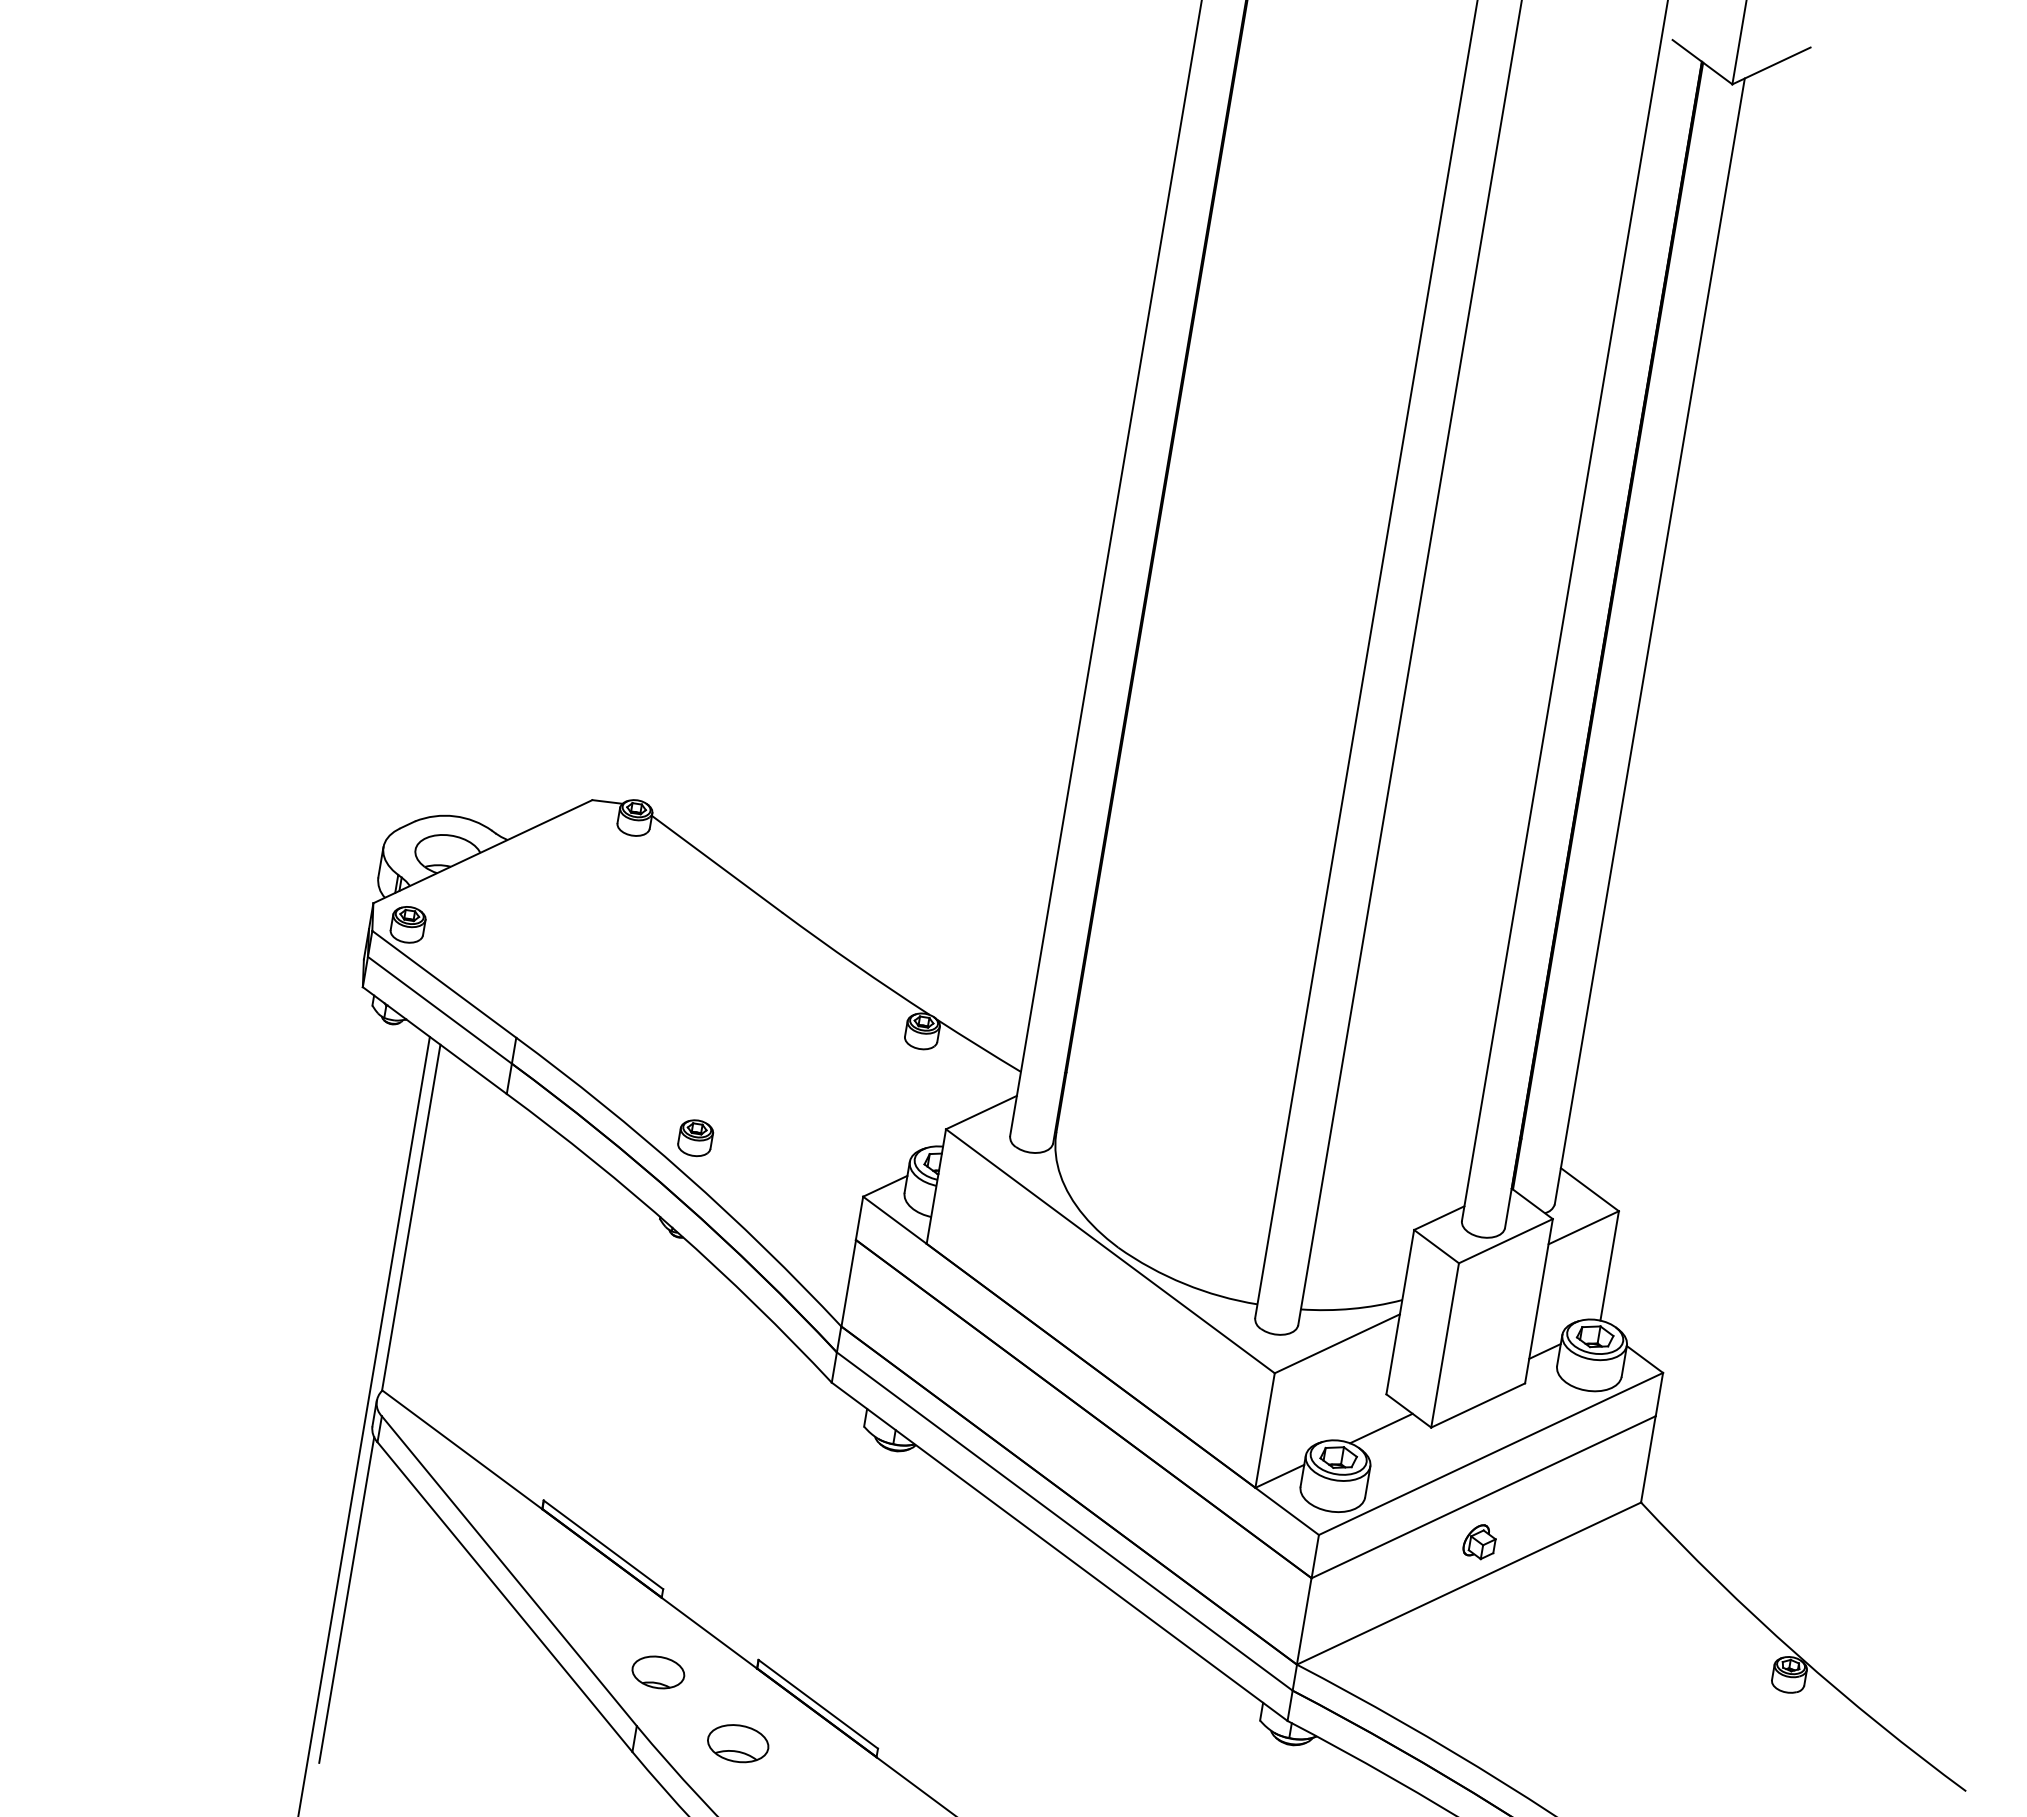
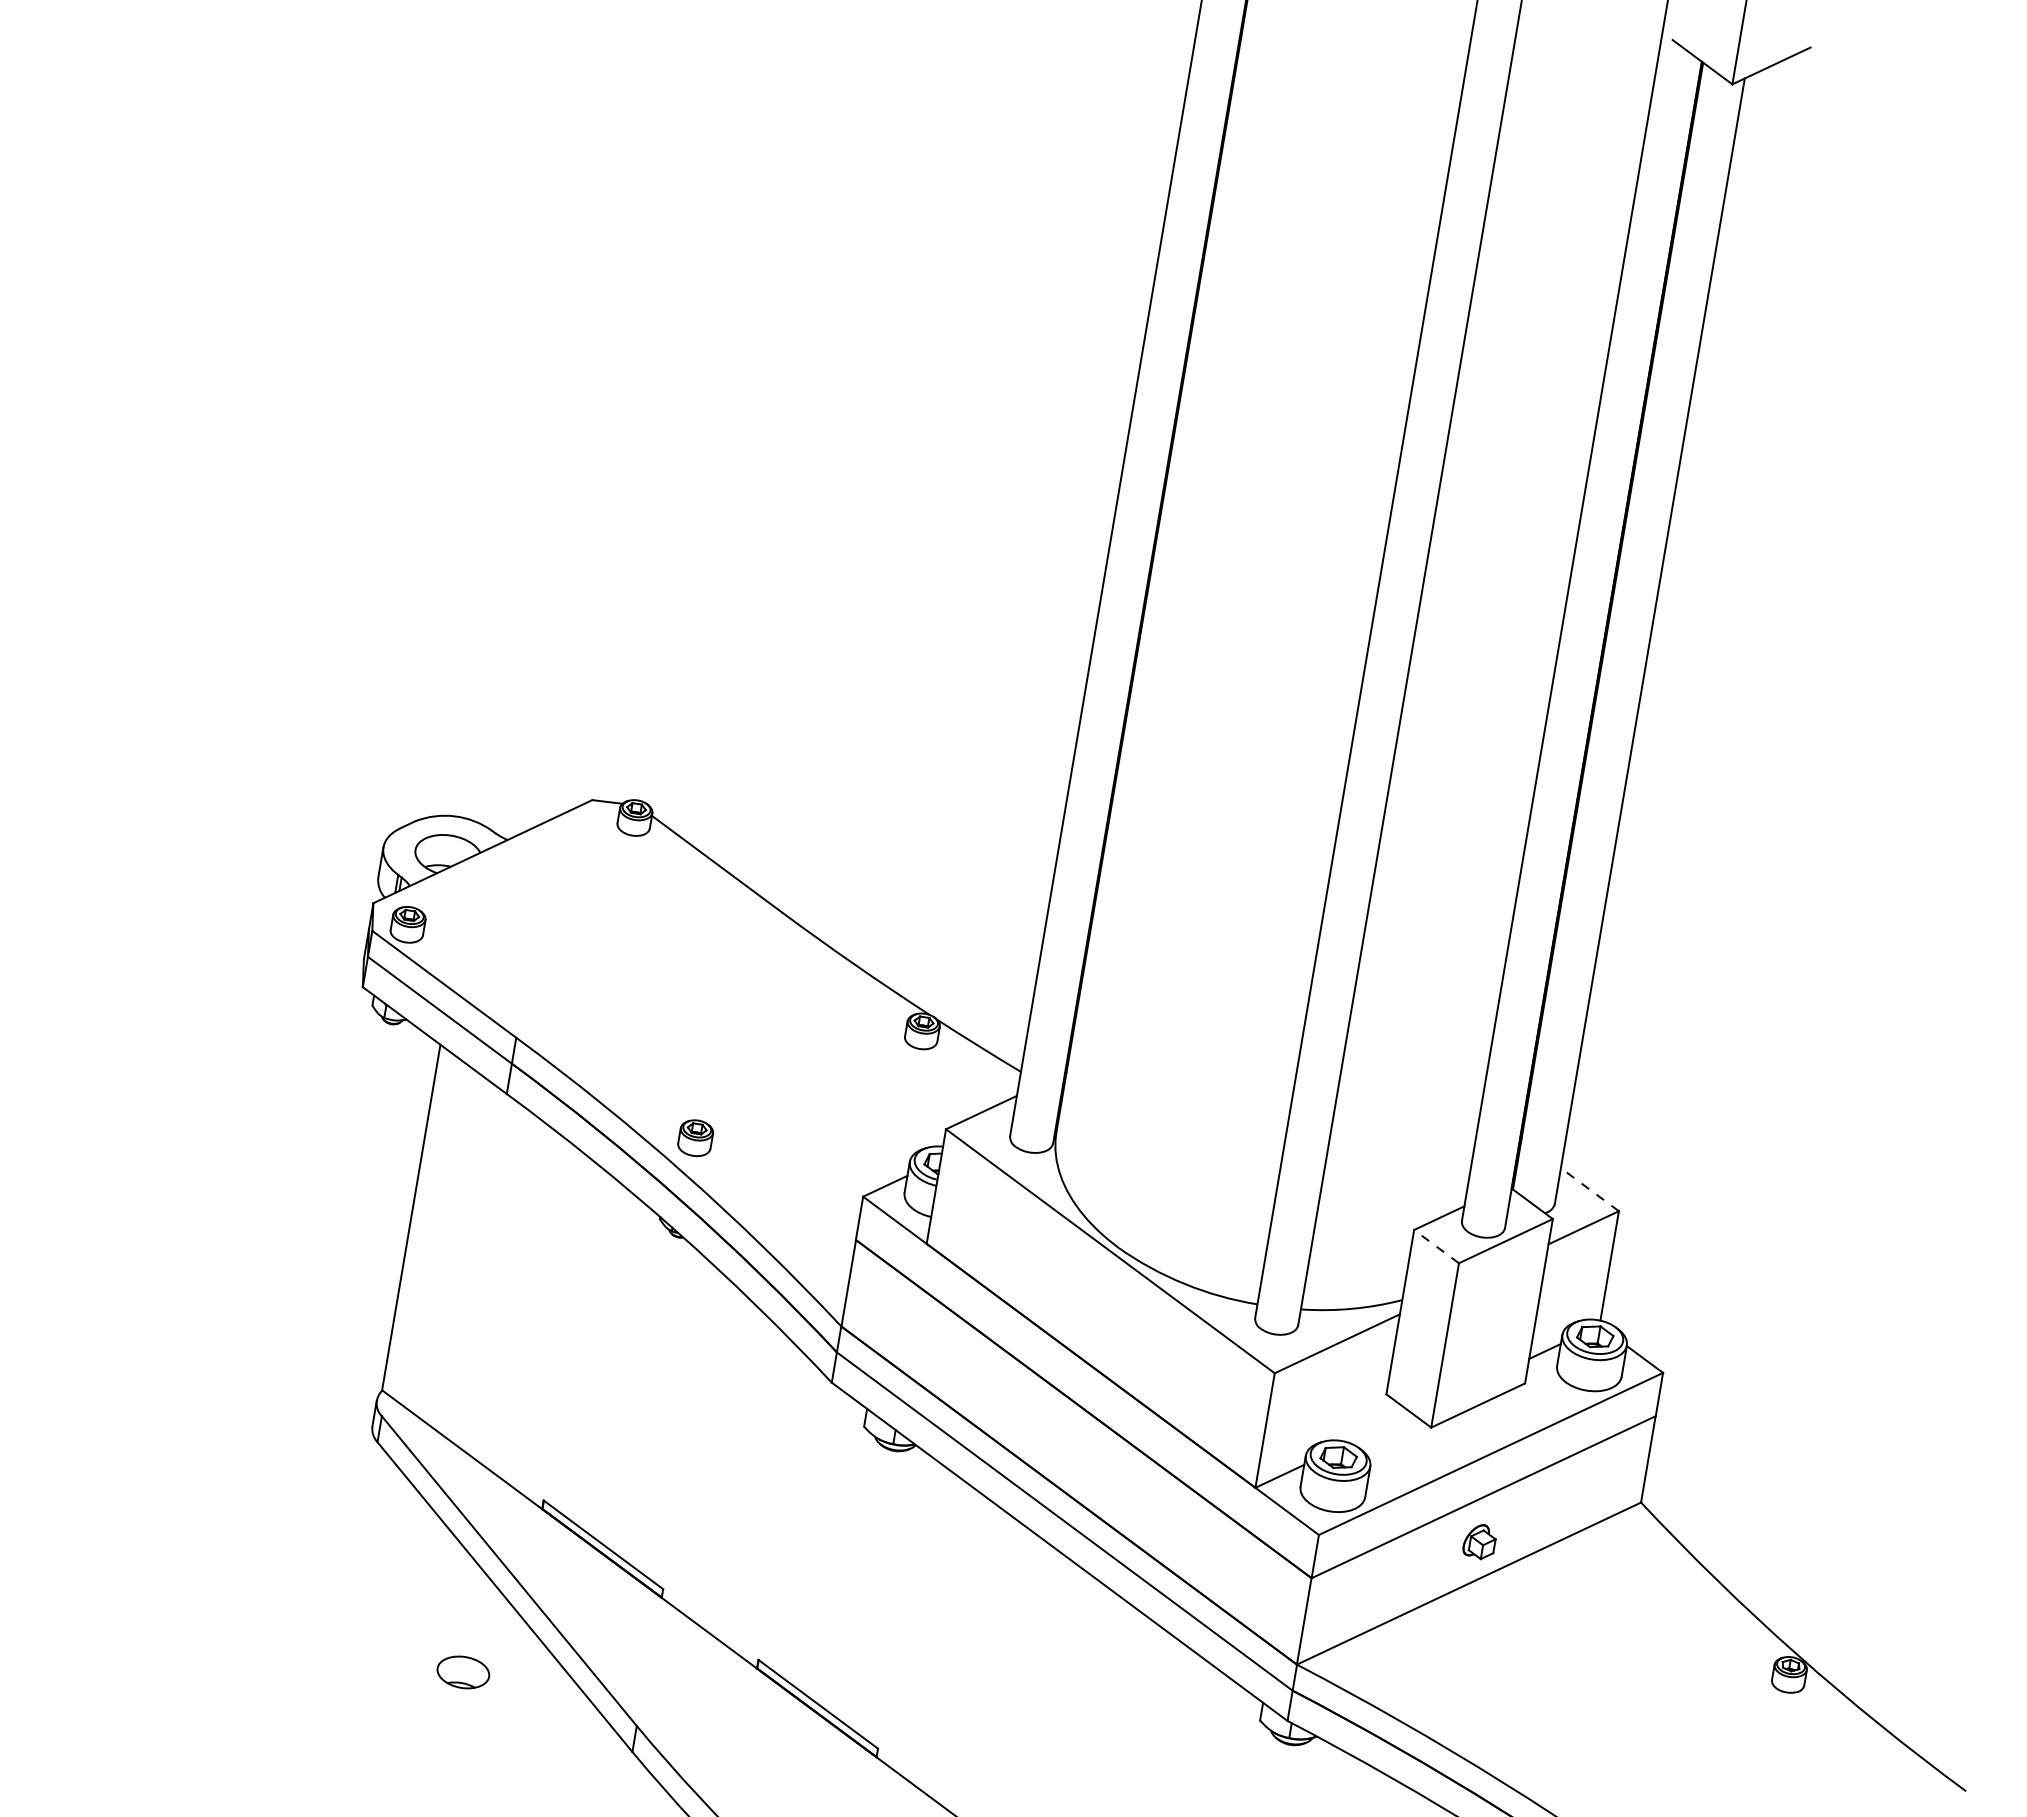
line at (1589, 1189): solid -> dashed
line at (1436, 1246): solid -> dashed
line at (363, 1424): present -> none
line at (1381, 1428): present -> none
line at (346, 1599): present -> none
part at (658, 1672) position: (658, 1672) -> (463, 1672)
part at (738, 1743): present -> none
